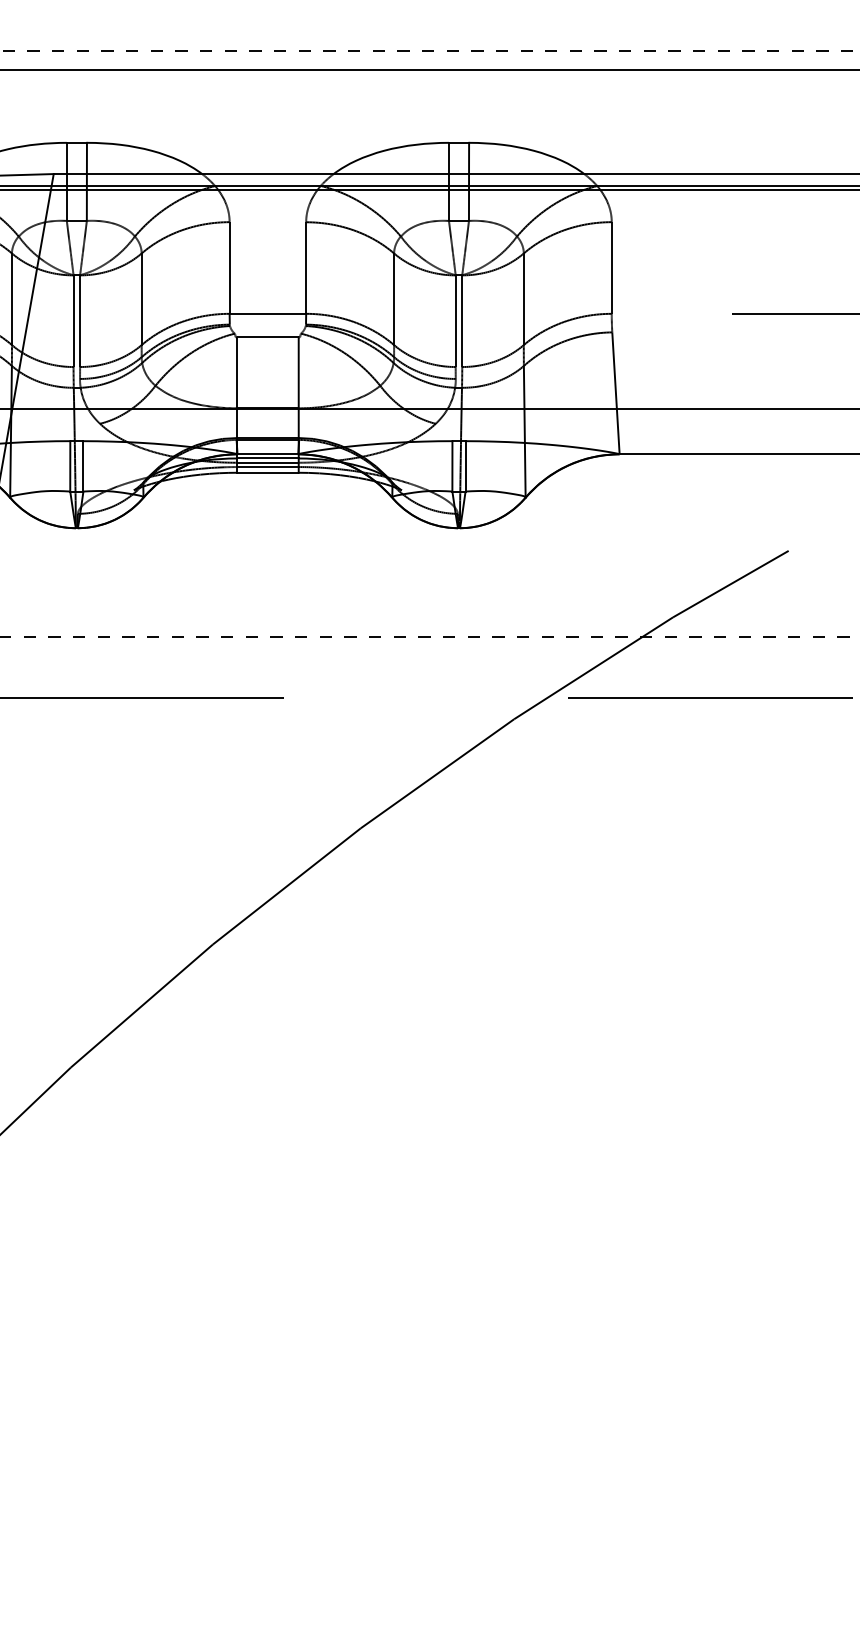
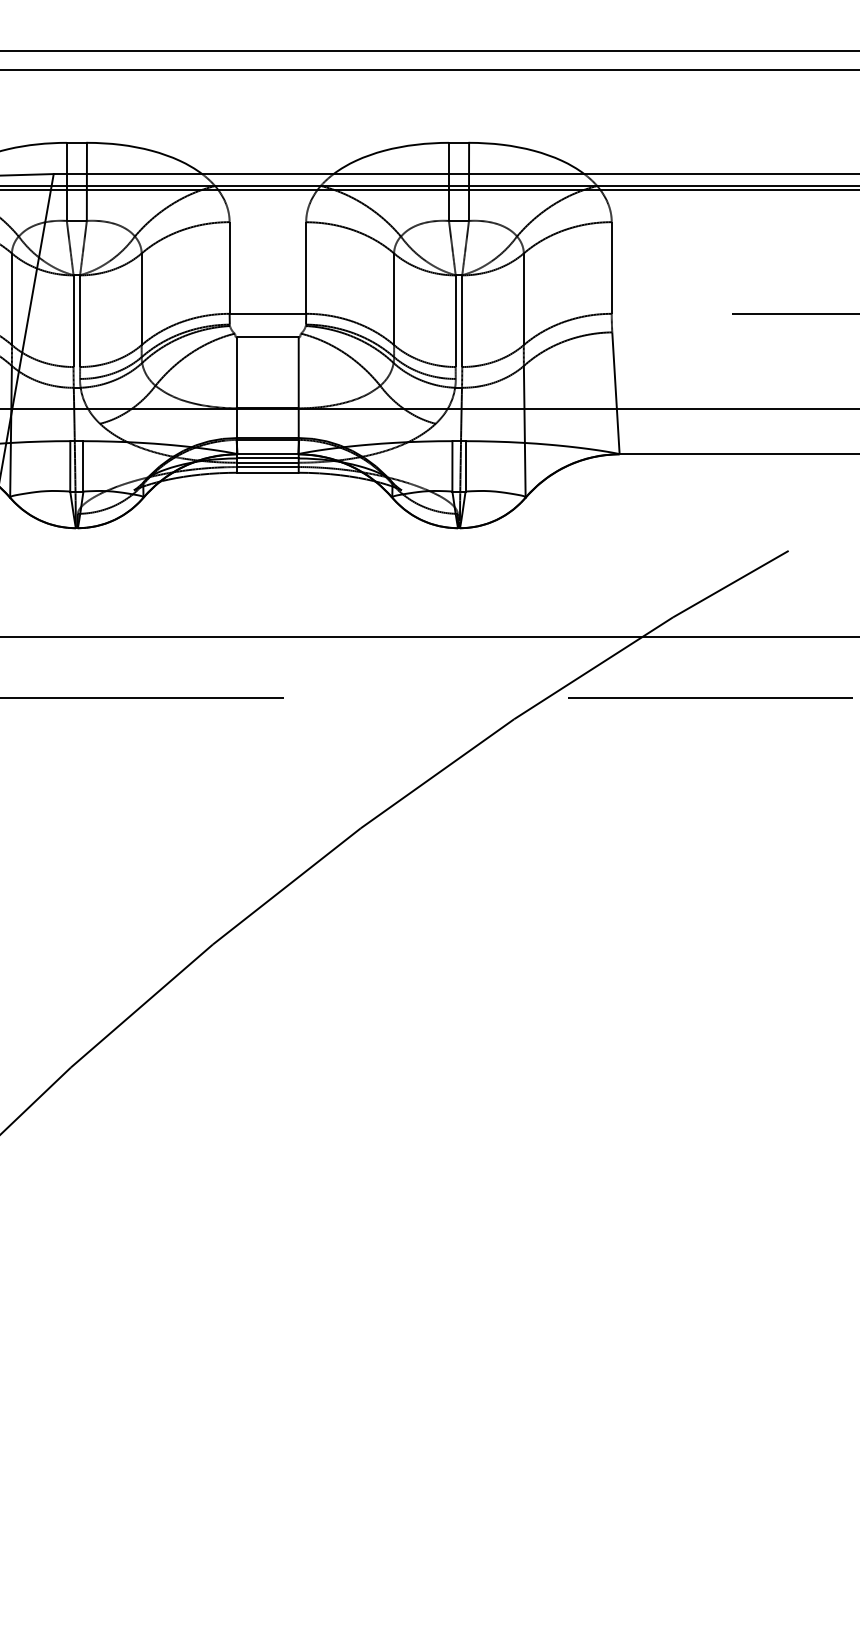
line at (430, 50): dashed -> solid
line at (429, 636): dashed -> solid
